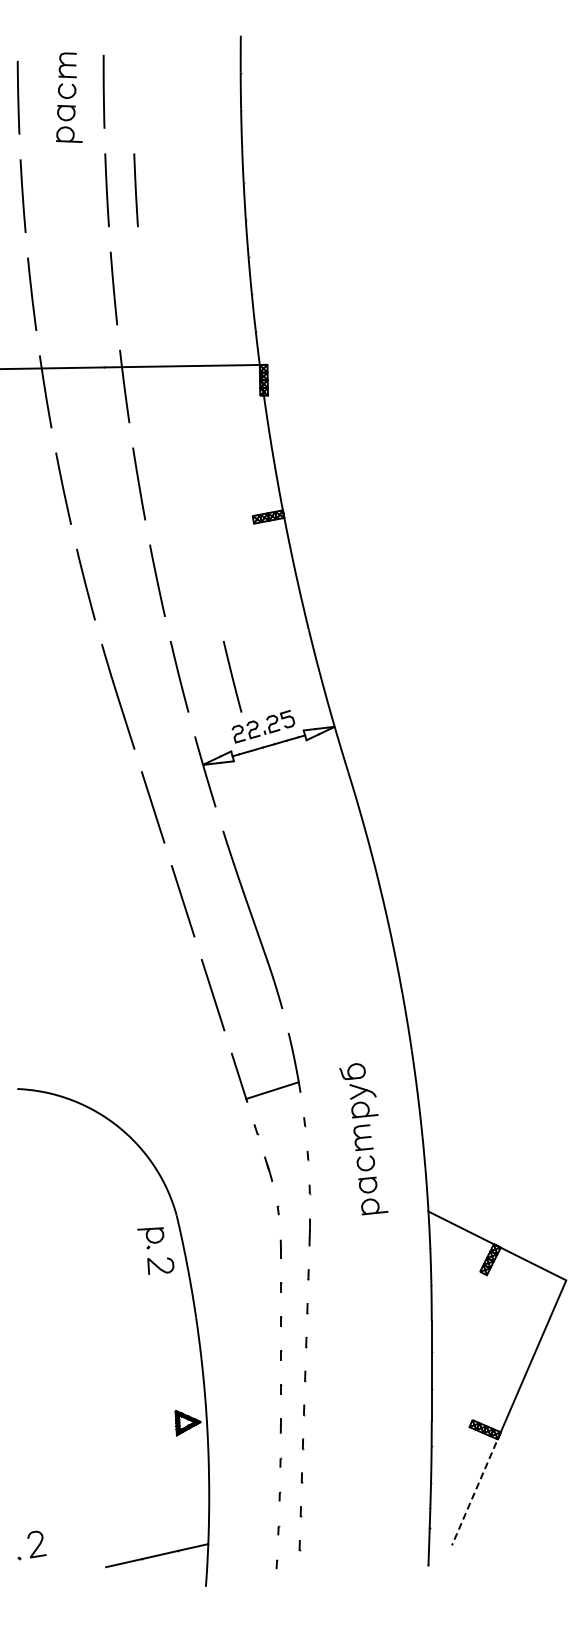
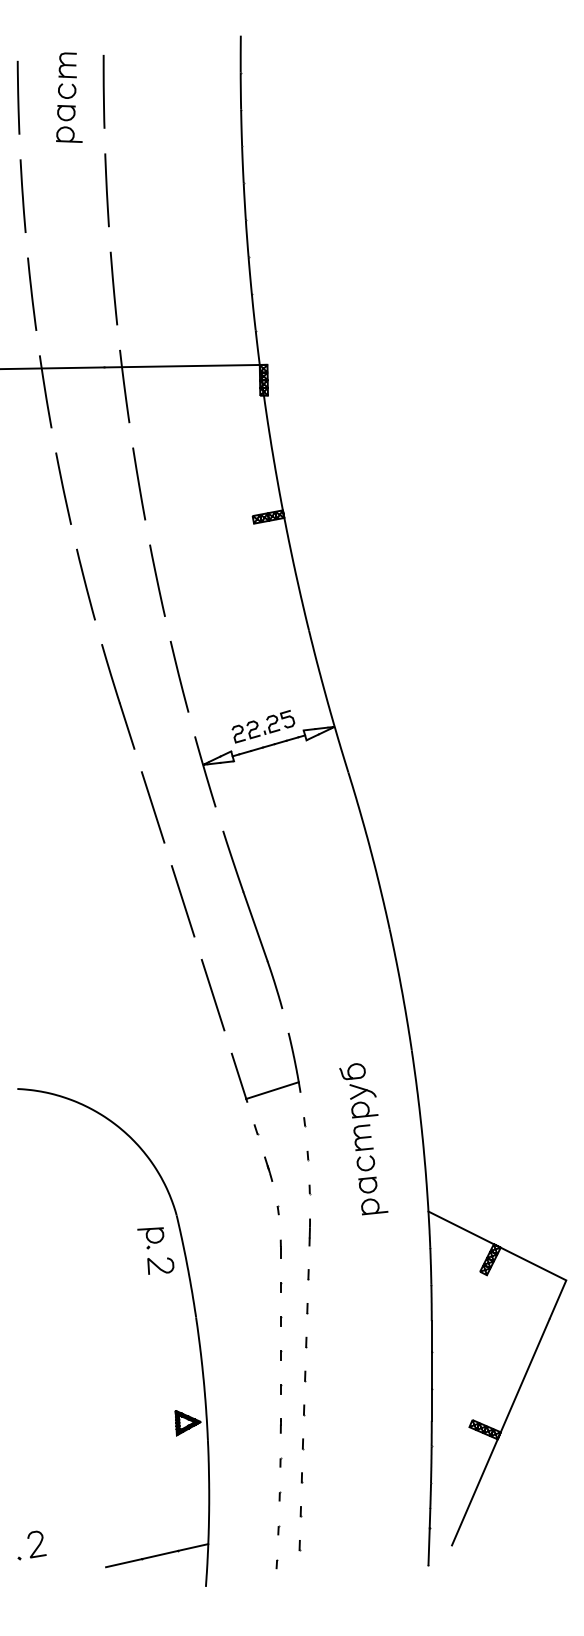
line at (135, 190): present -> none
line at (232, 676): present -> none
line at (476, 1488): dashed -> solid
